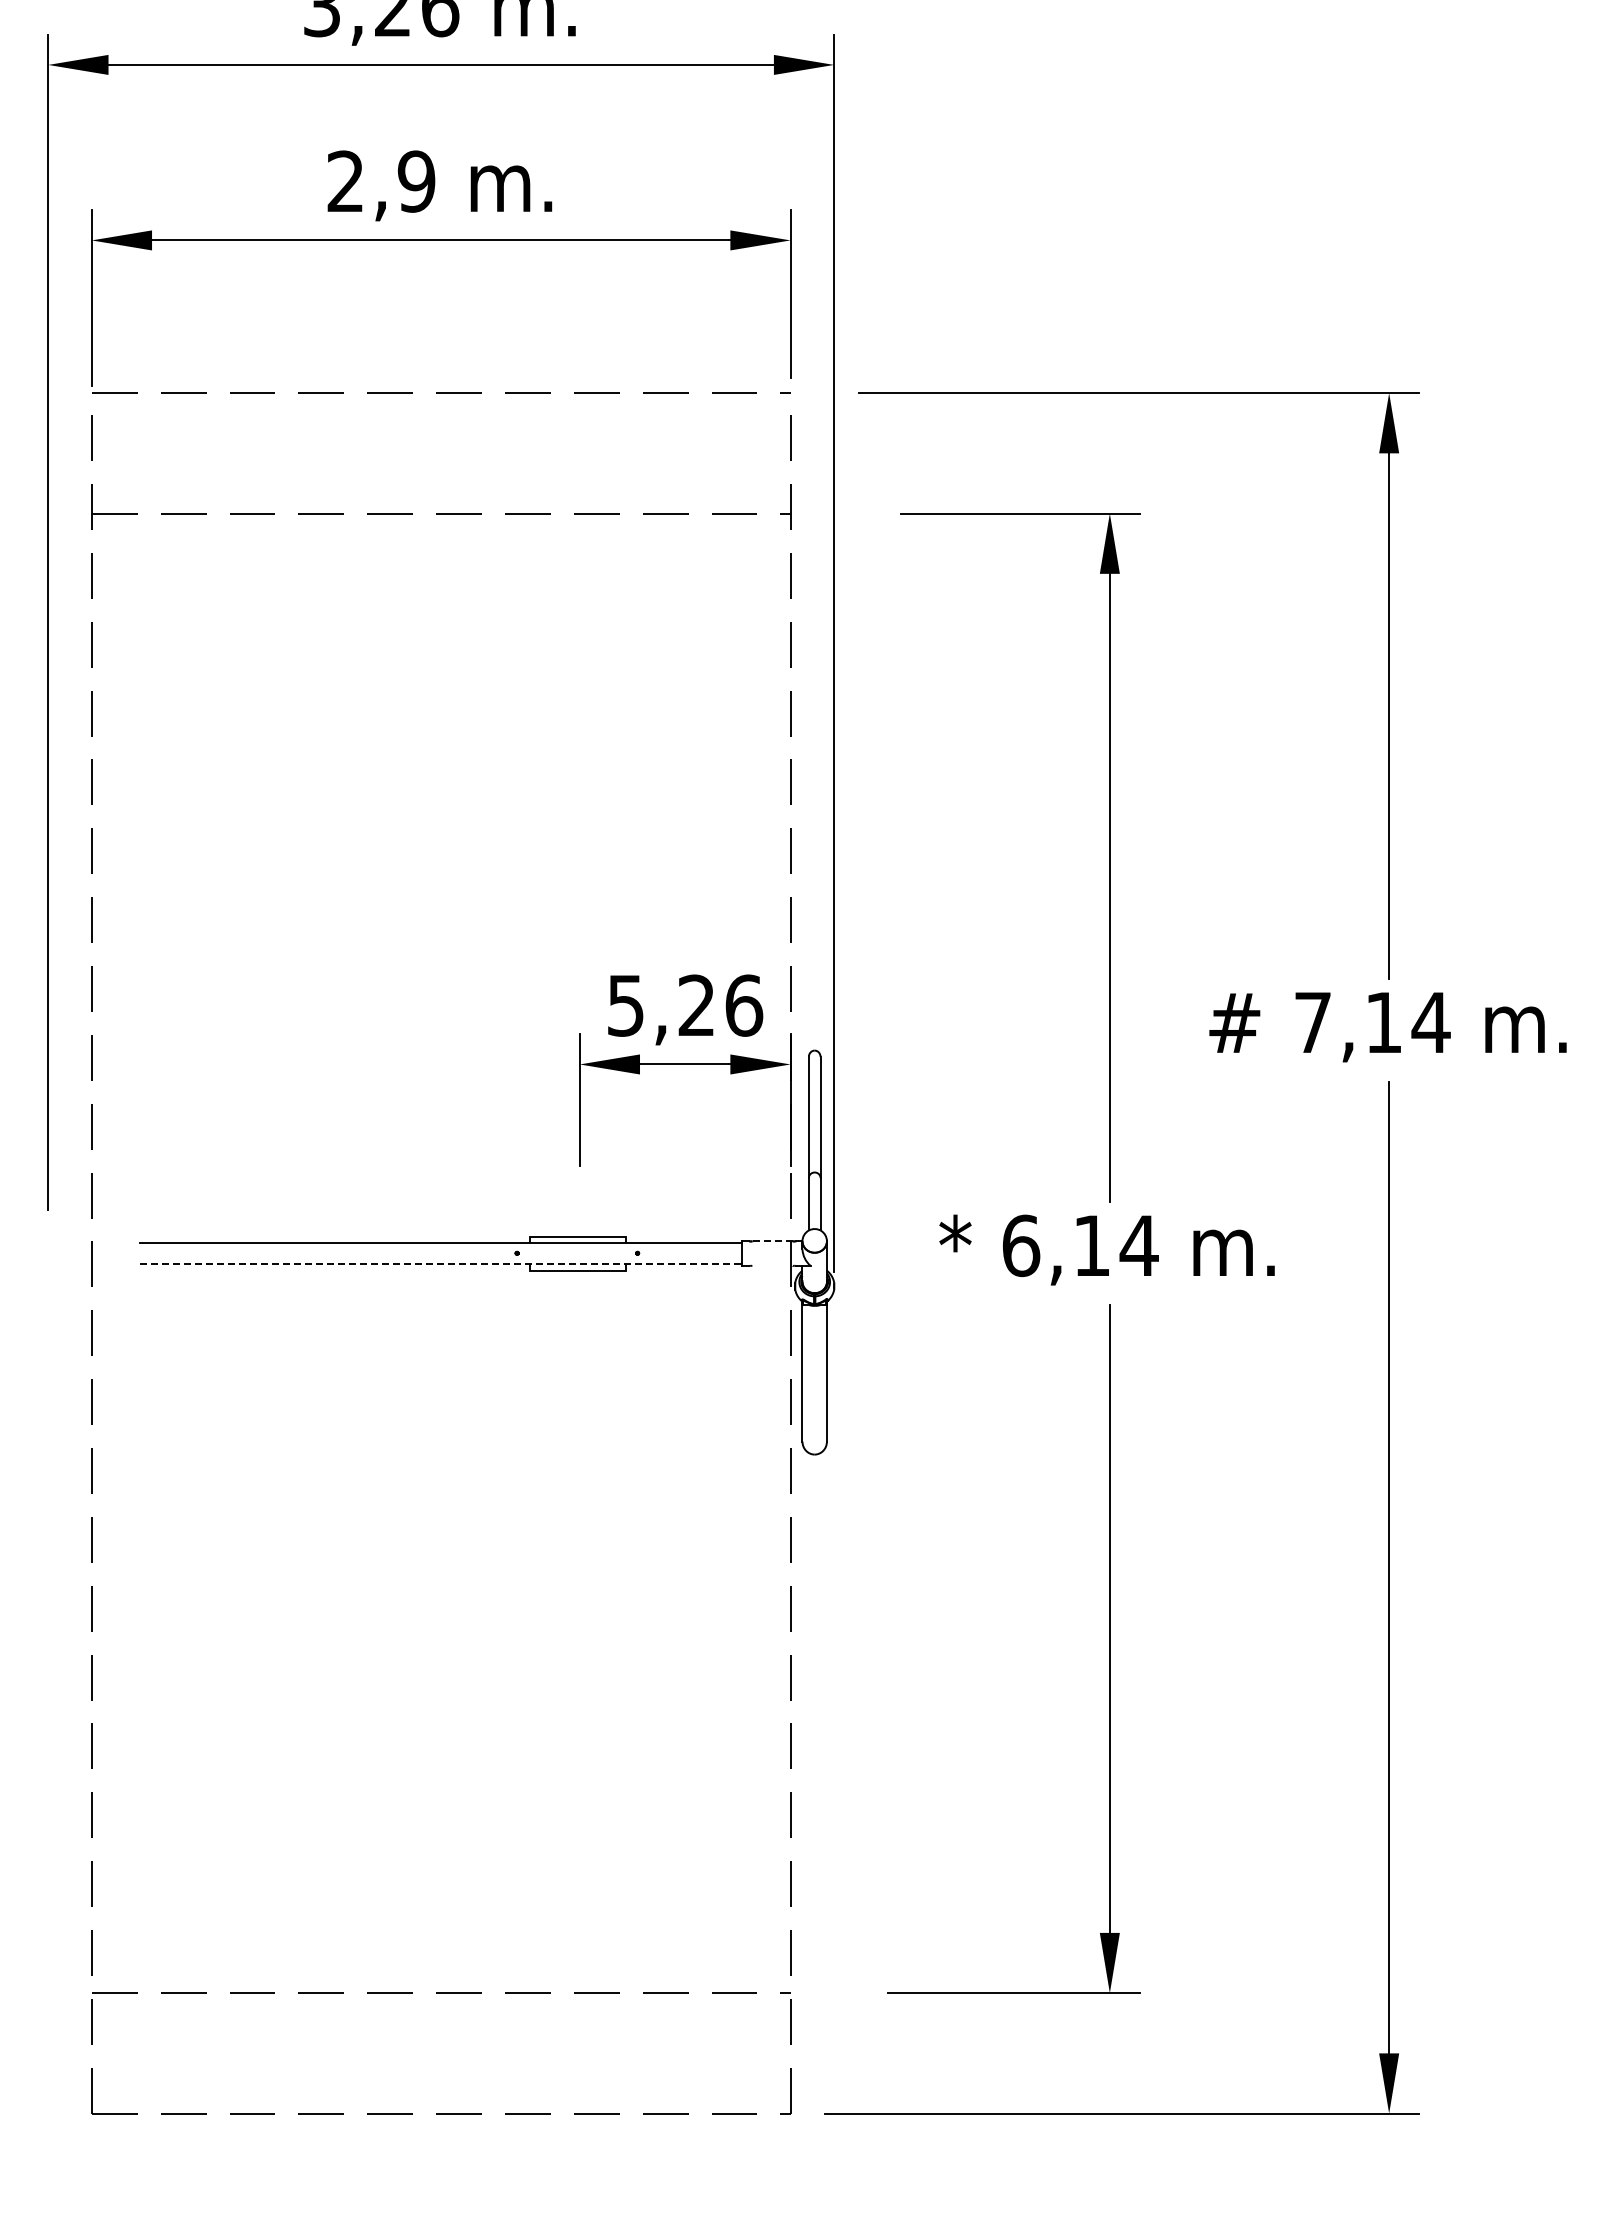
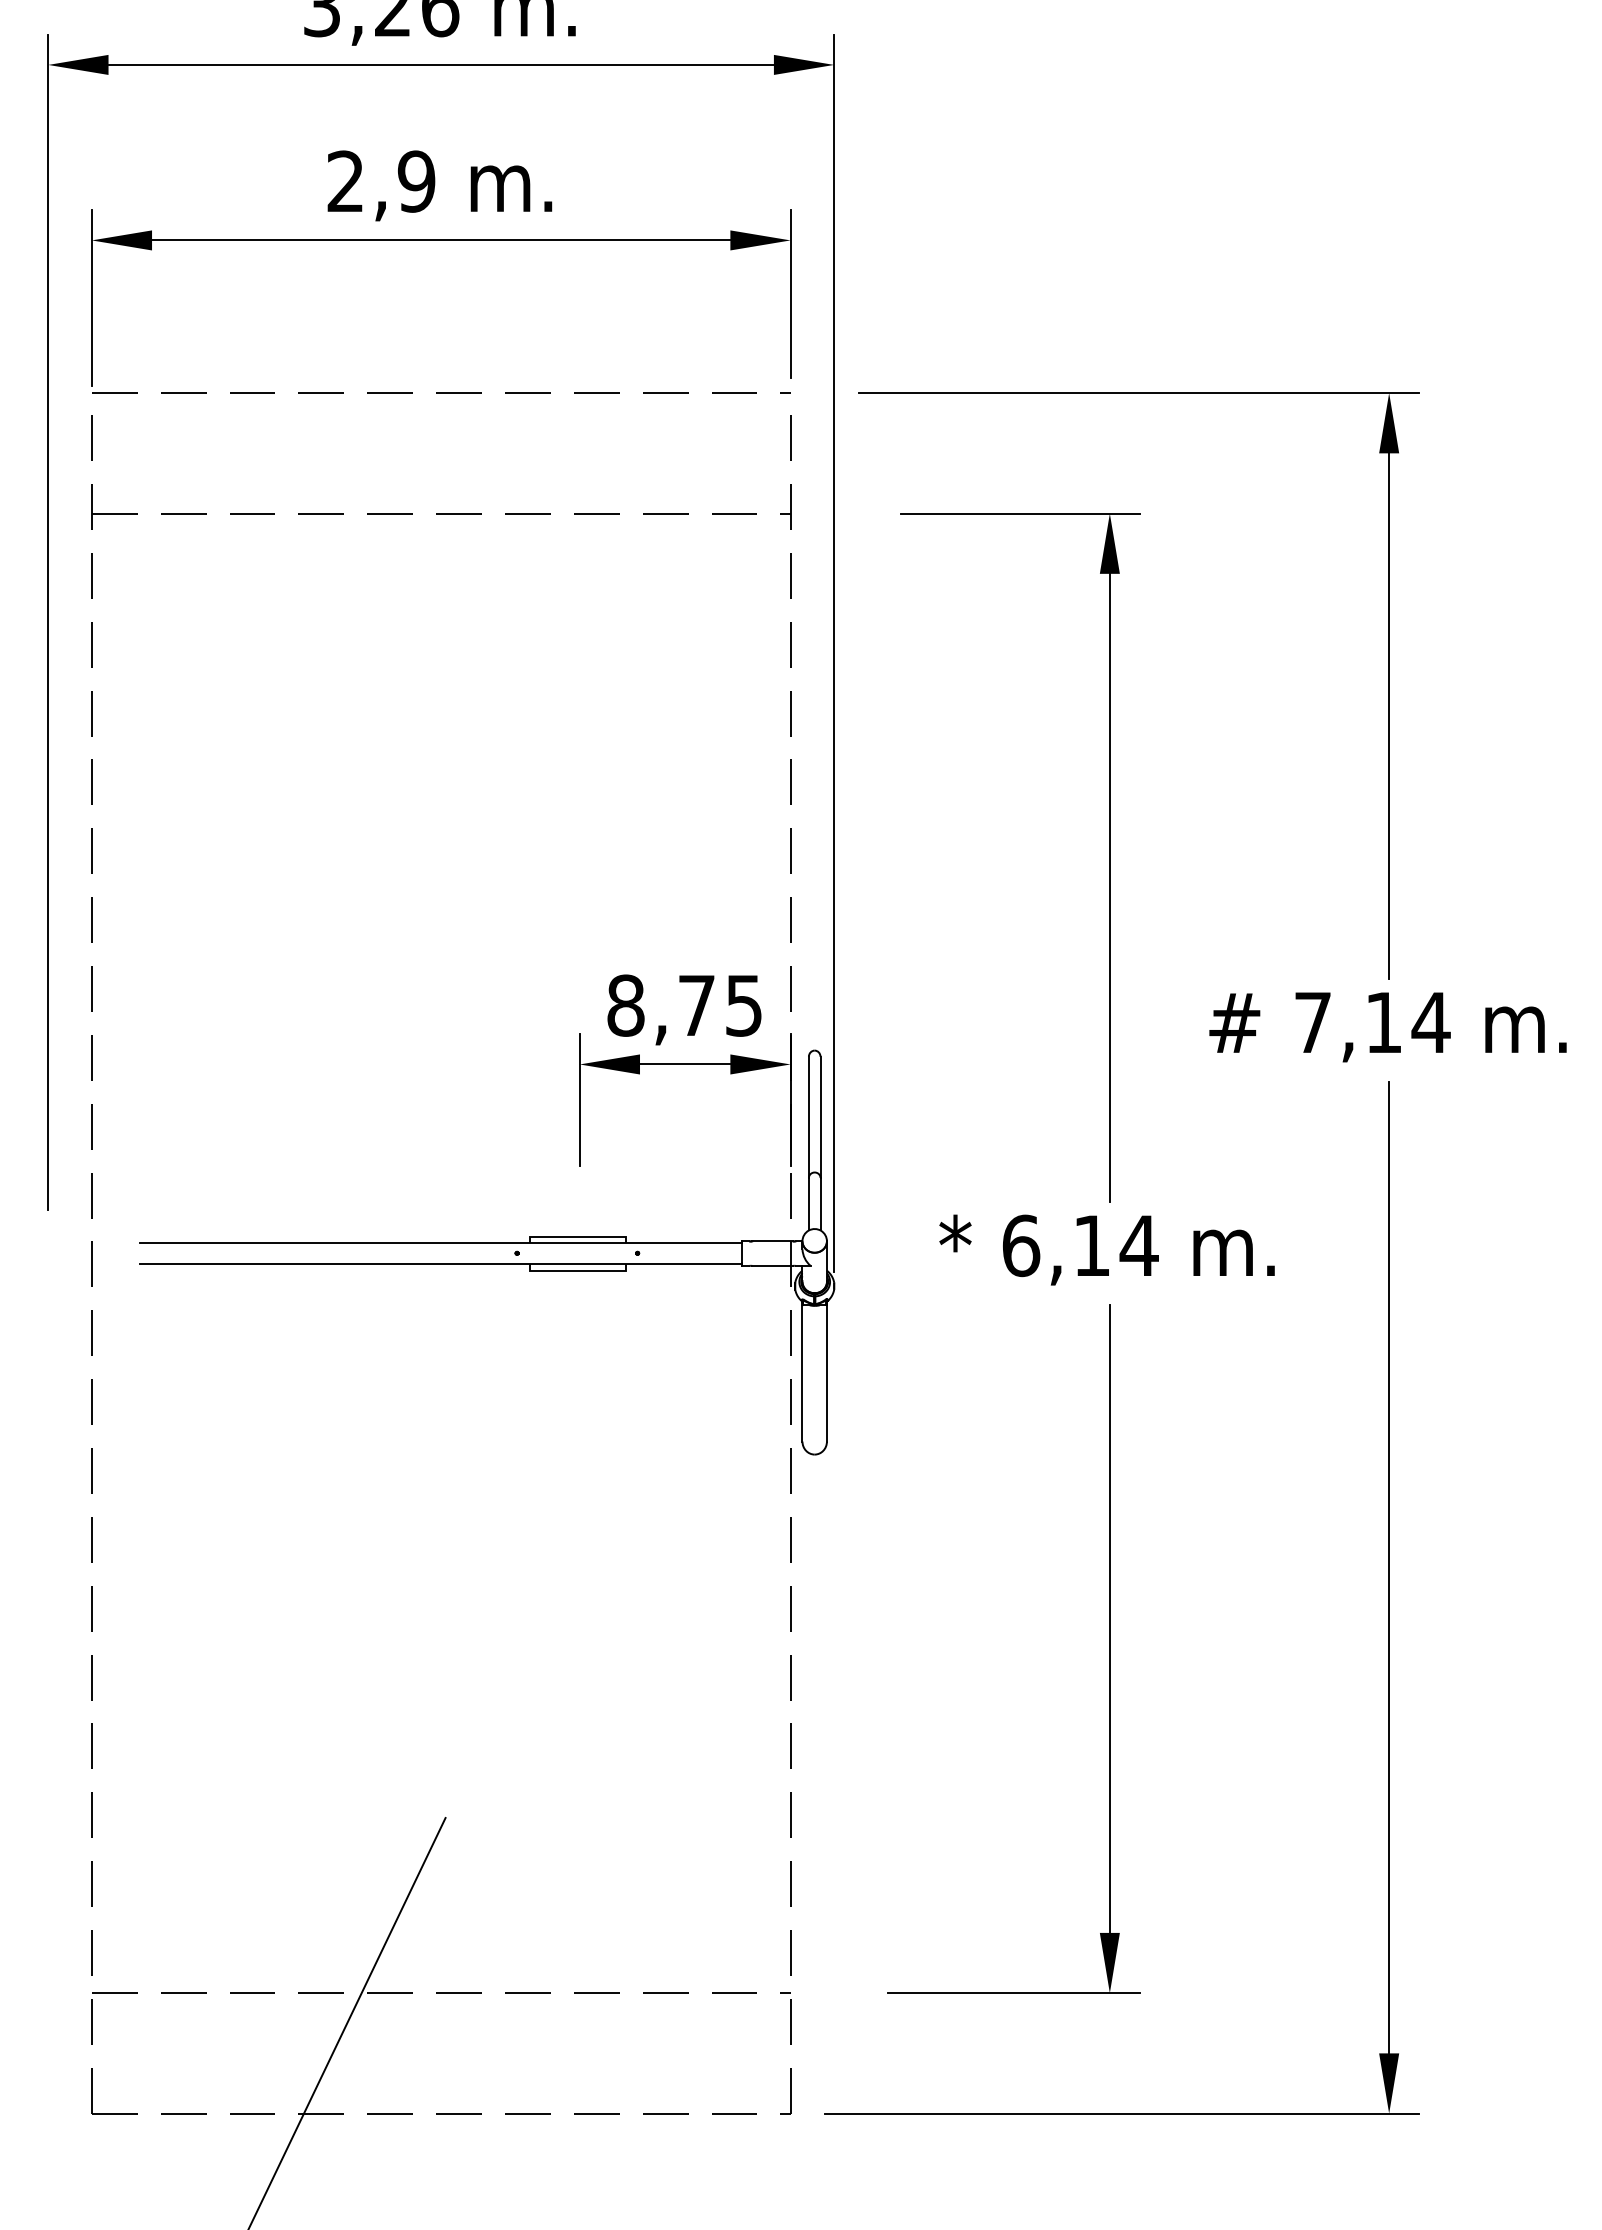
text at (685, 1005): 5,26 -> 8,75
line at (772, 1241): dashed -> solid
line at (441, 1264): dashed -> solid
line at (772, 1265): none -> present
line at (347, 2022): none -> present
